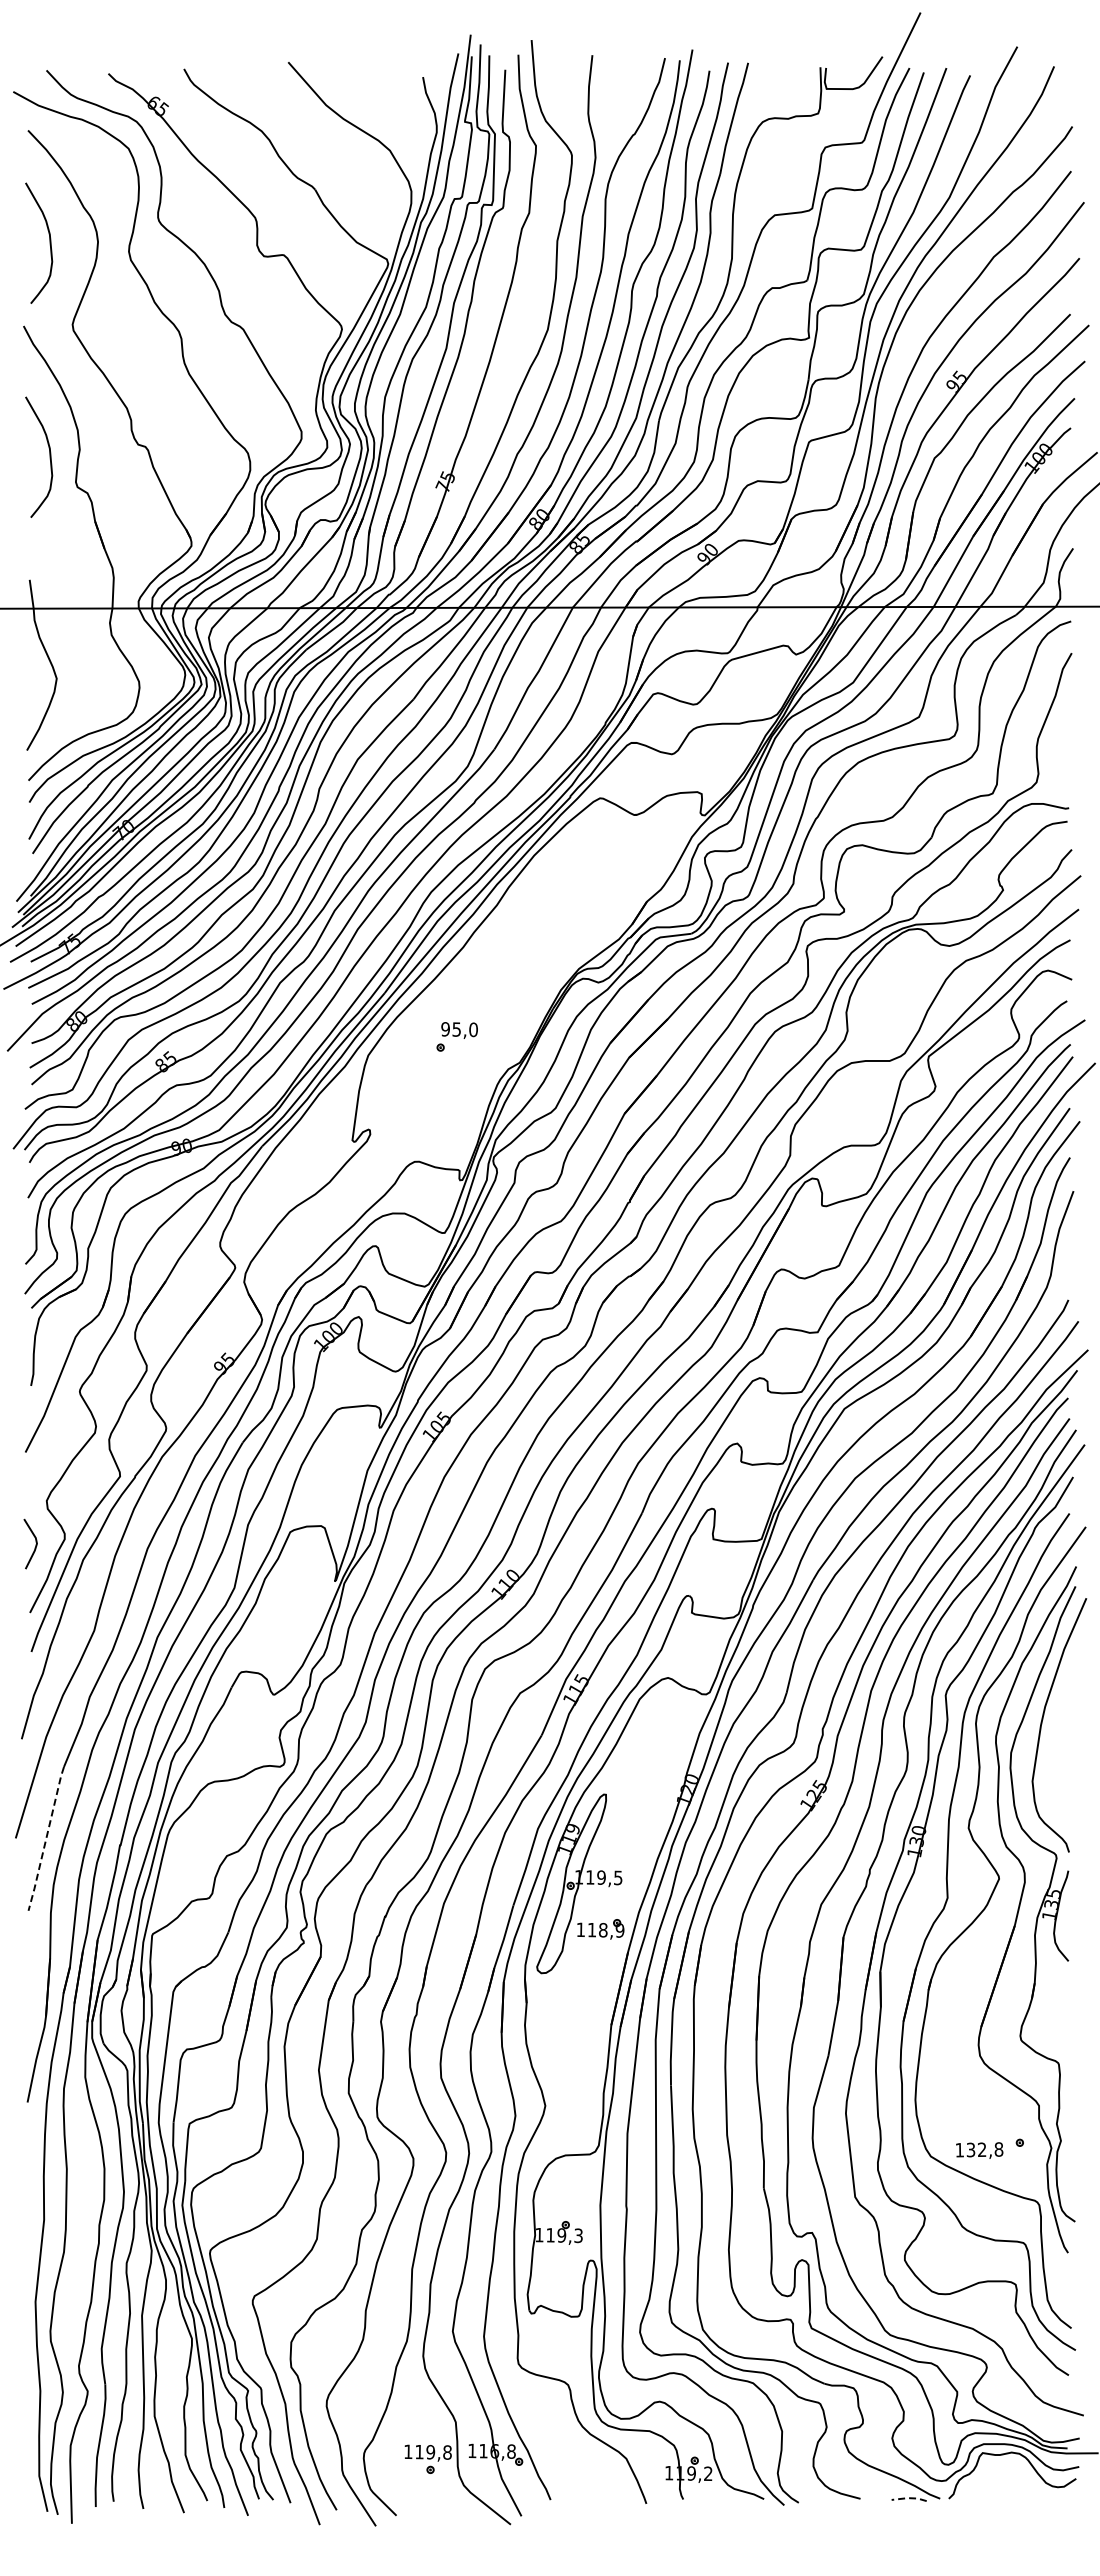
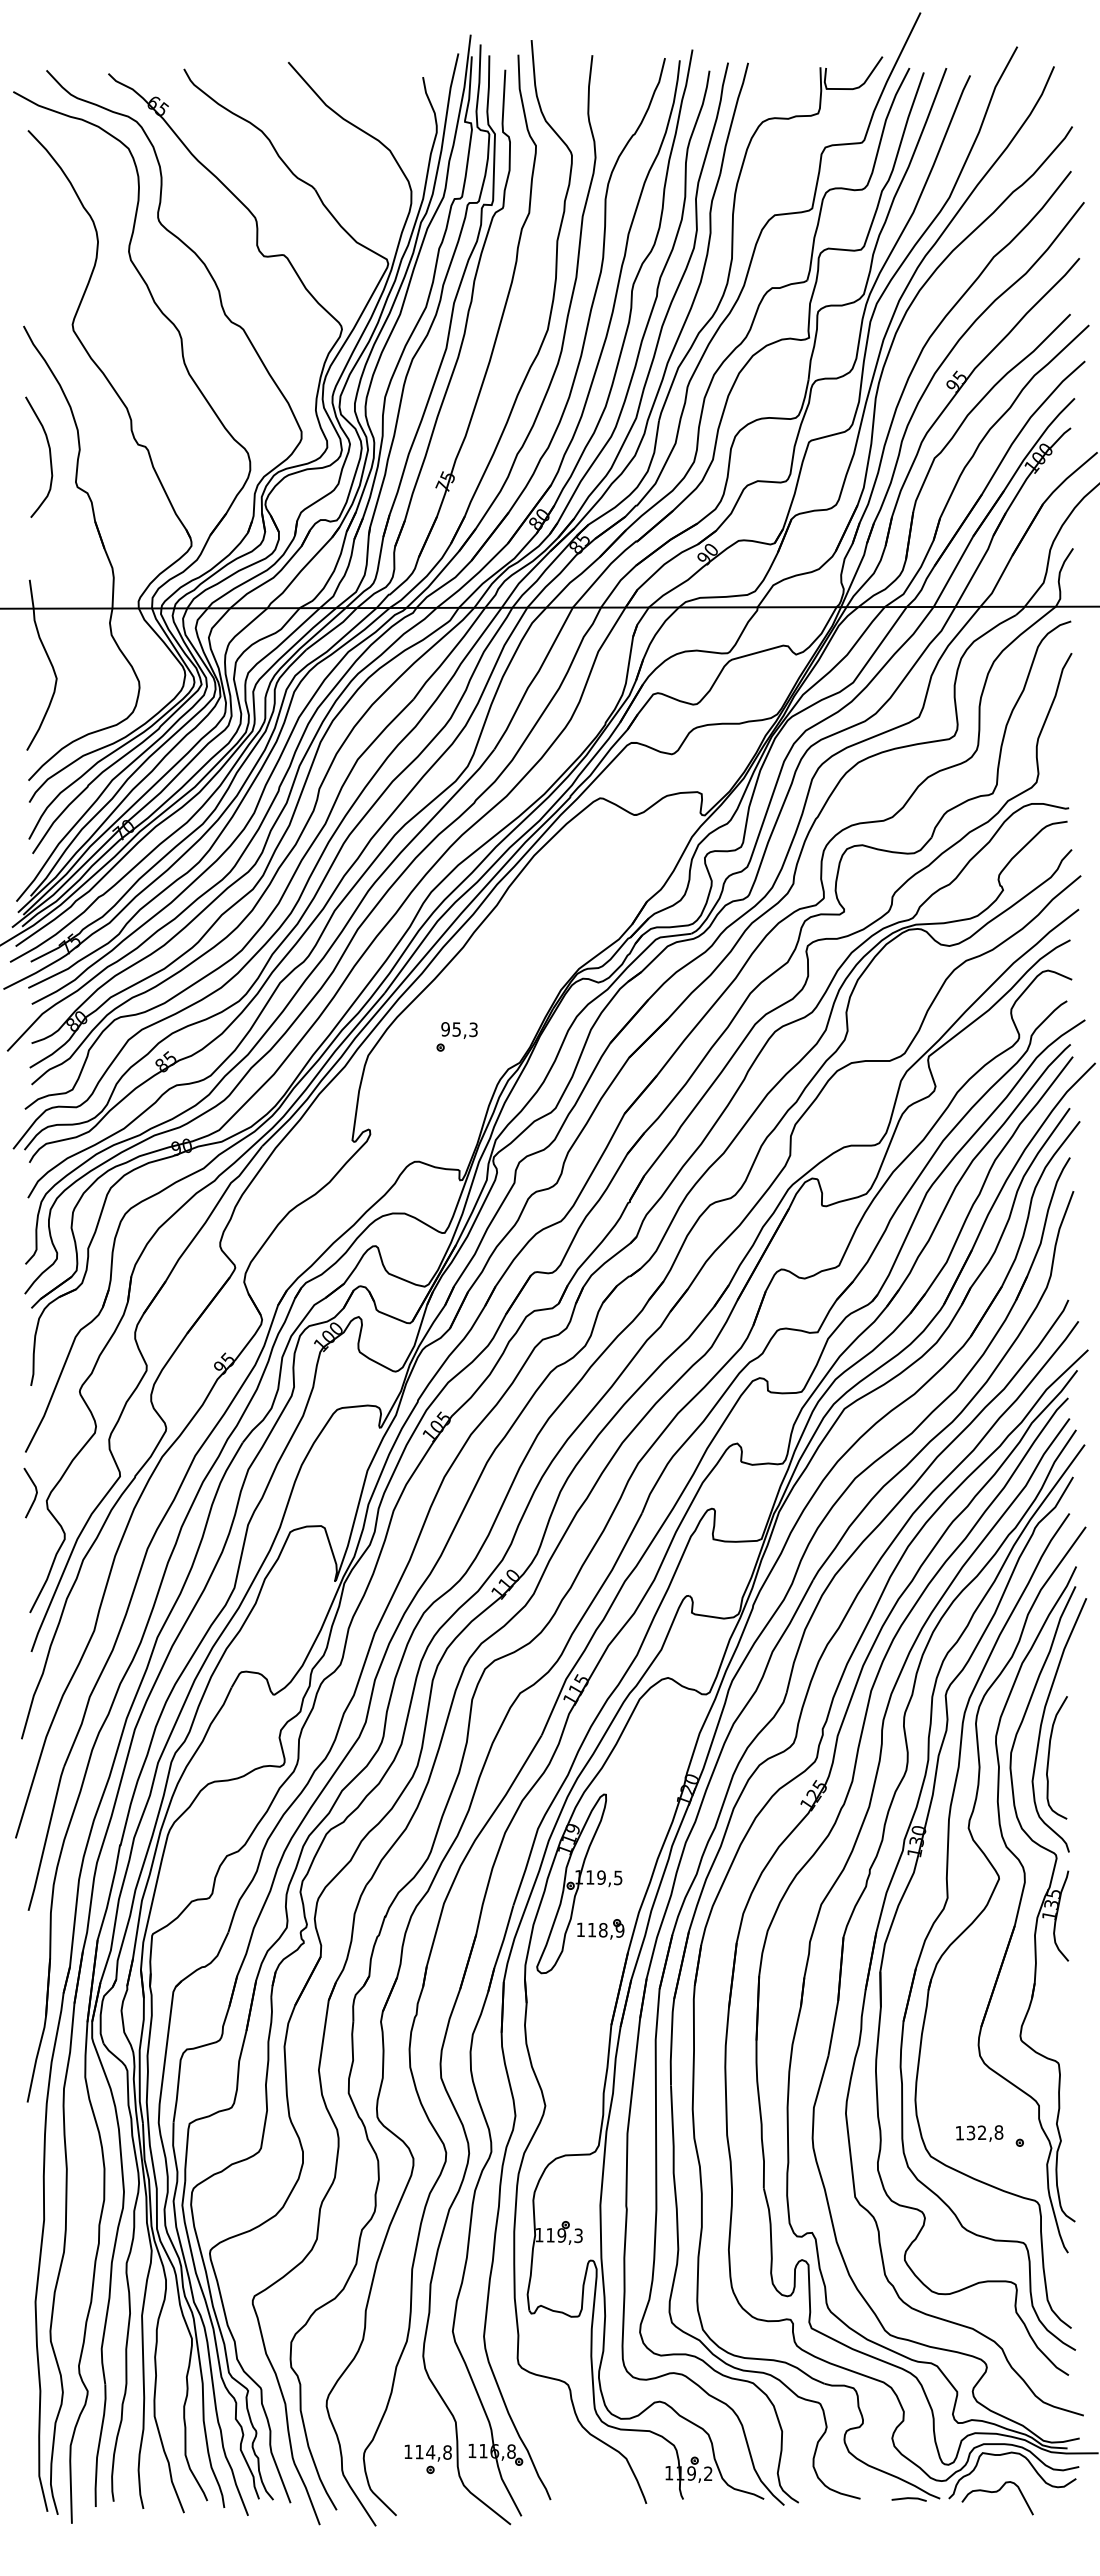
curve at (49, 242): present -> none
text at (473, 1029): 95,0 -> 95,3
line at (35, 1542) position: (35, 1542) -> (35, 1491)
curve at (1049, 1757): none -> present
line at (46, 1839): dashed -> solid
text at (979, 2150) position: (979, 2150) -> (979, 2133)
text at (430, 2452): 119,8 -> 114,8
curve at (997, 2492): none -> present
line at (908, 2498): dashed -> solid
